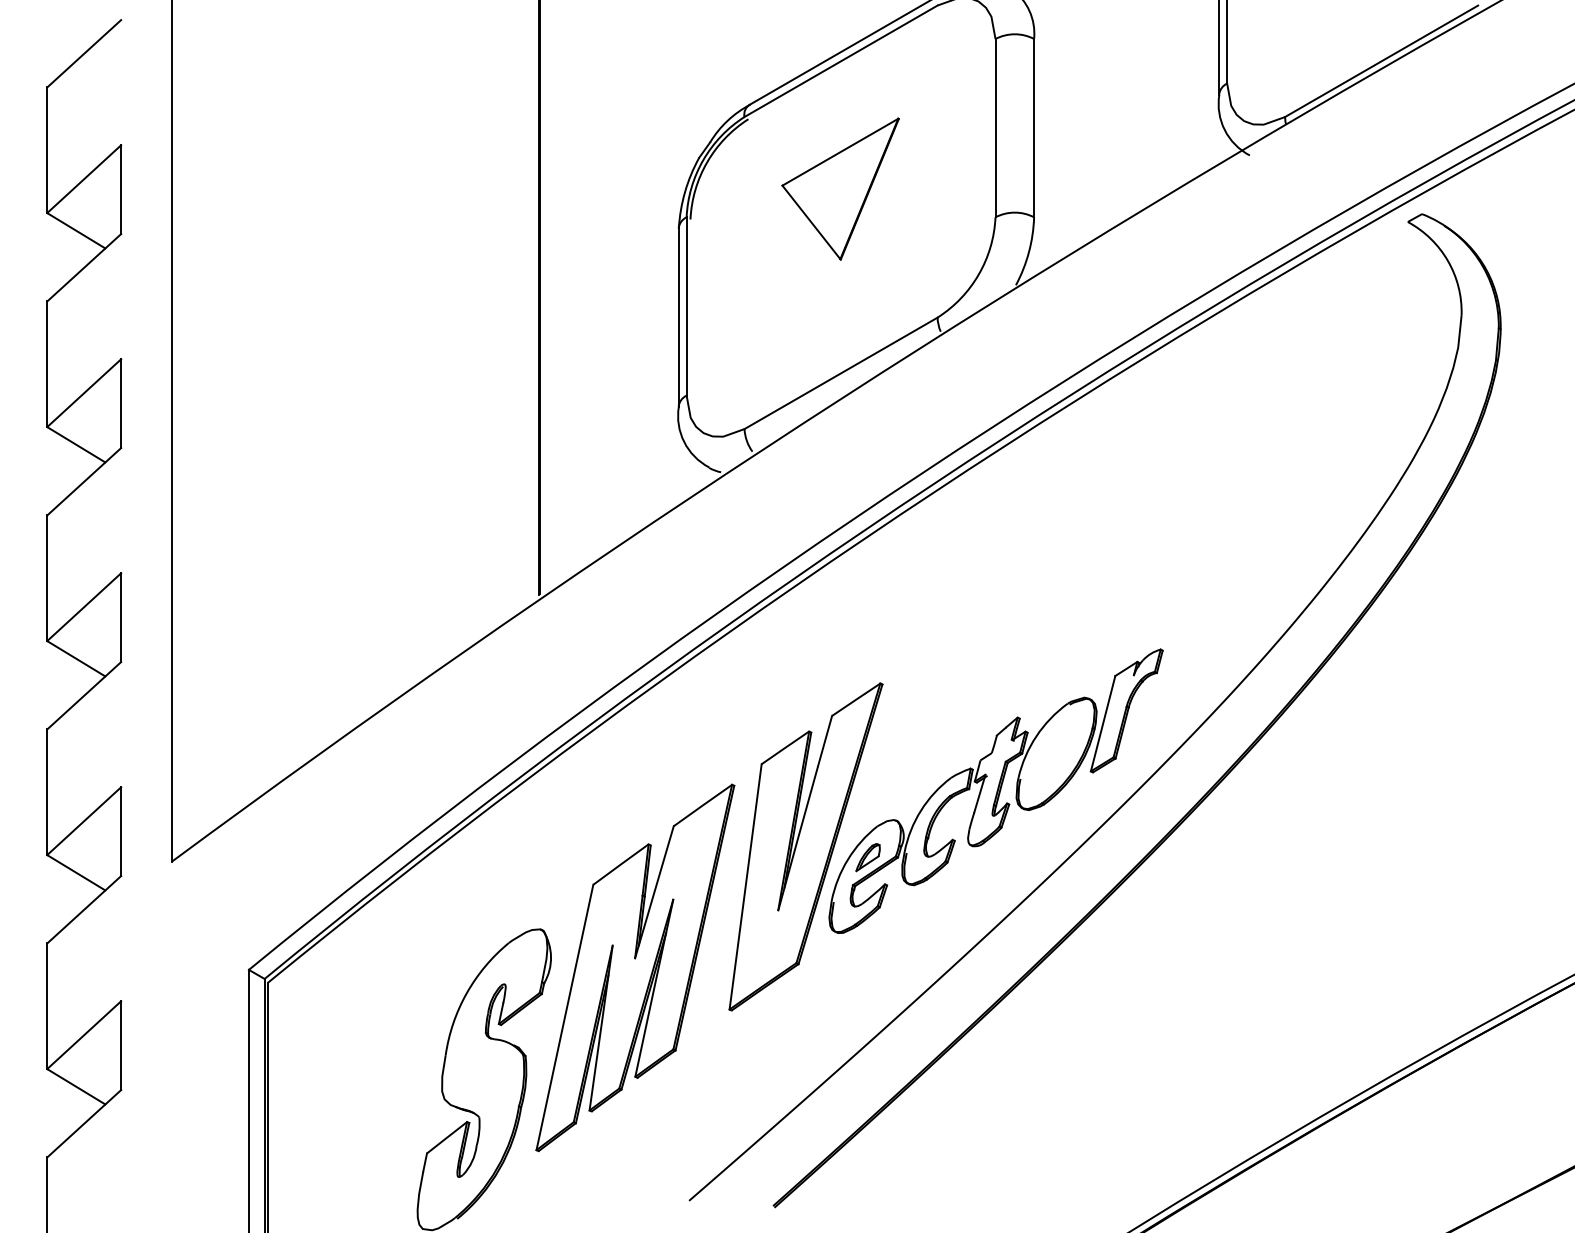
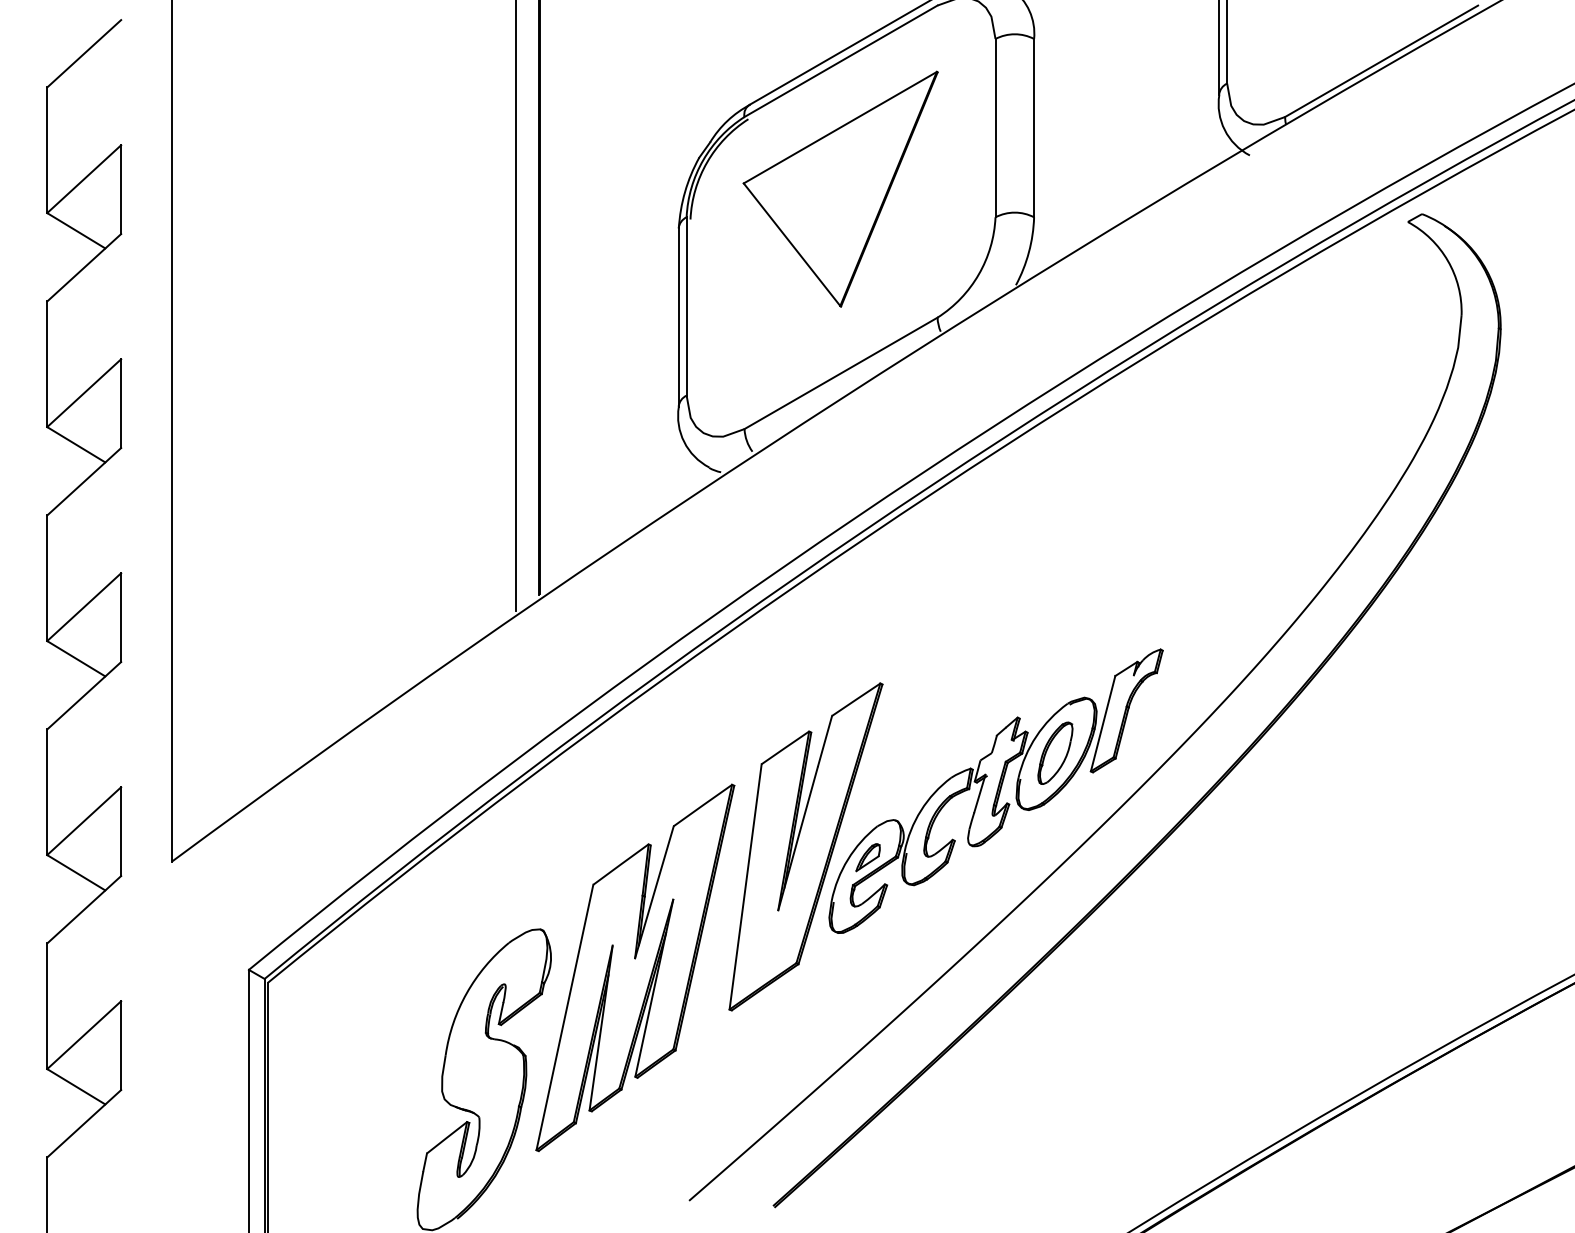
part at (840, 188) size: 119x144 px -> 197x238 px
line at (515, 306): none -> present
part at (1055, 752): none -> present
